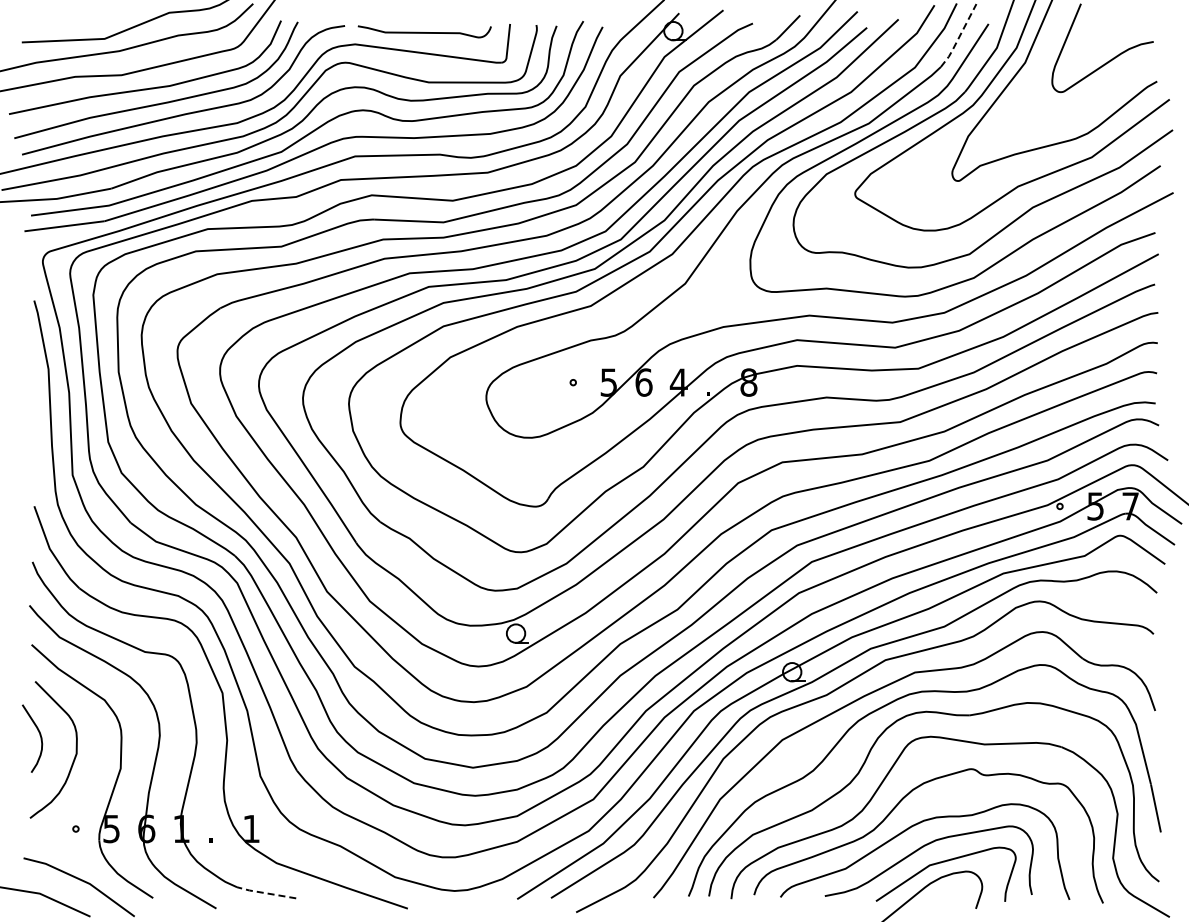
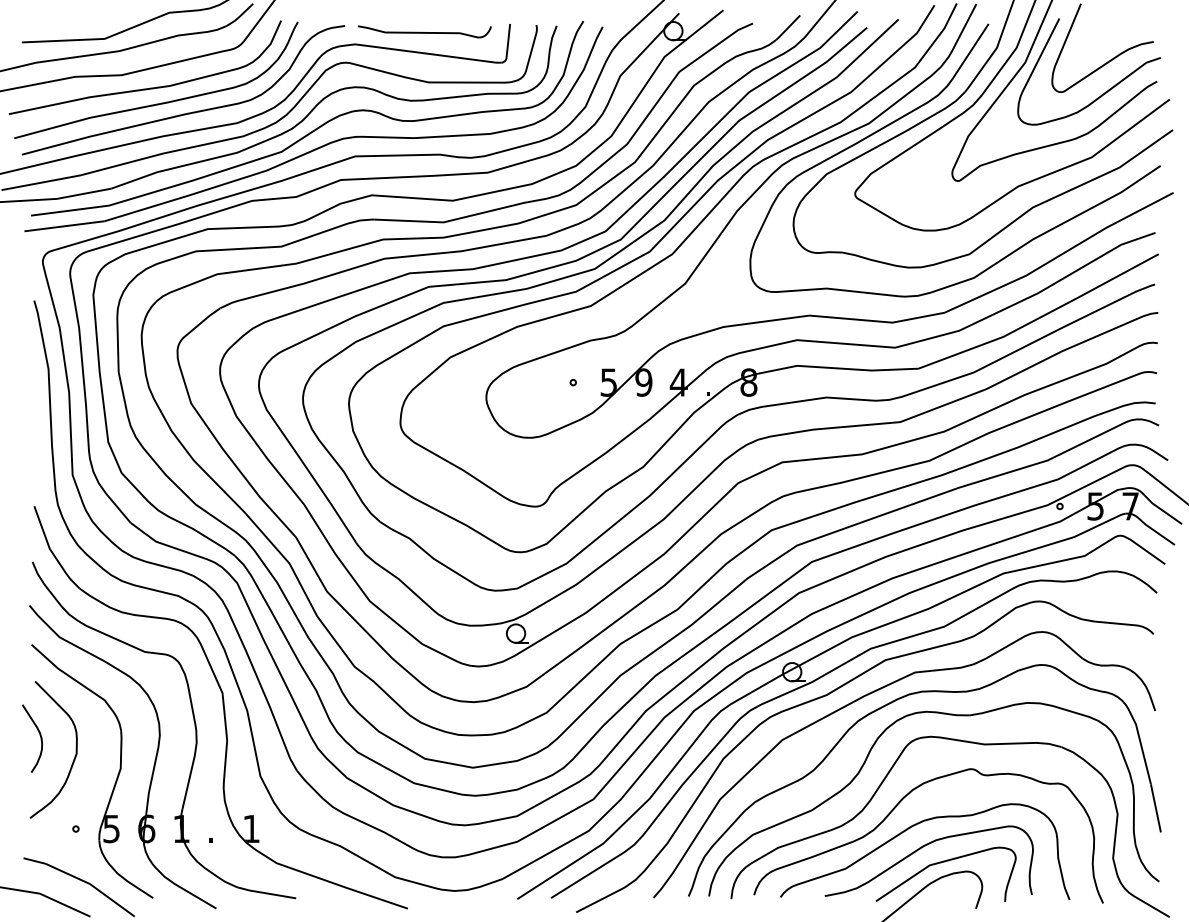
line at (959, 37): dashed -> solid
curve at (1105, 91): none -> present
text at (643, 382): 6 -> 9
line at (266, 893): dashed -> solid
